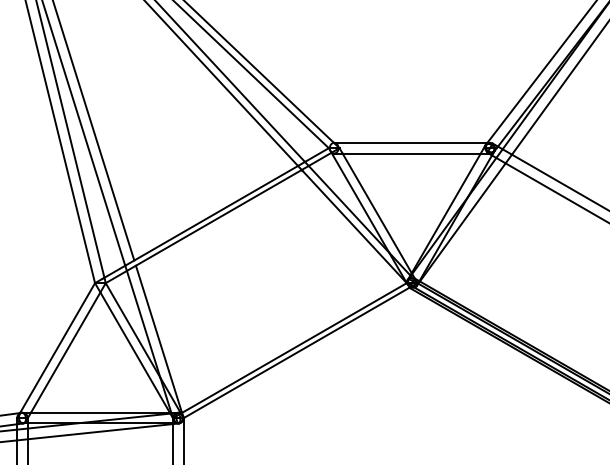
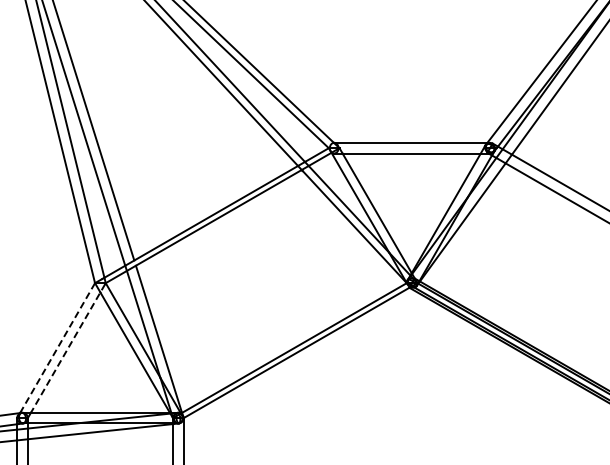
line at (57, 348): solid -> dashed
line at (67, 348): solid -> dashed
